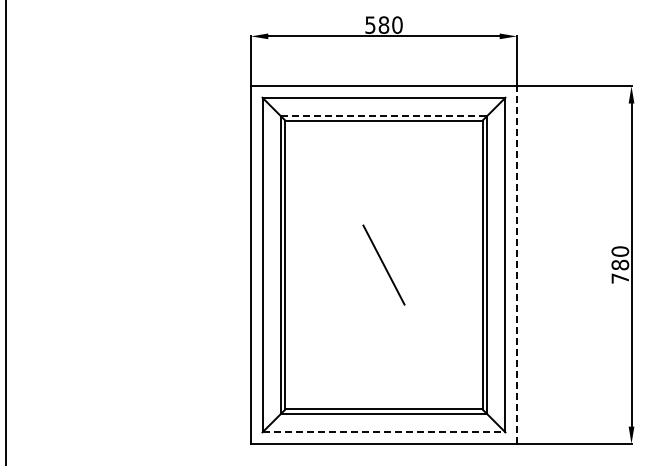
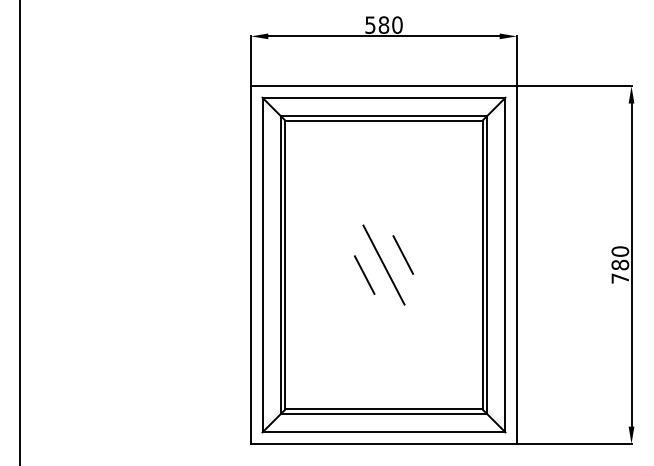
line at (384, 116): dashed -> solid
line at (5, 232) position: (5, 232) -> (19, 232)
line at (402, 254): none -> present
line at (516, 265): dashed -> solid
line at (364, 274): none -> present
line at (384, 432): dashed -> solid
